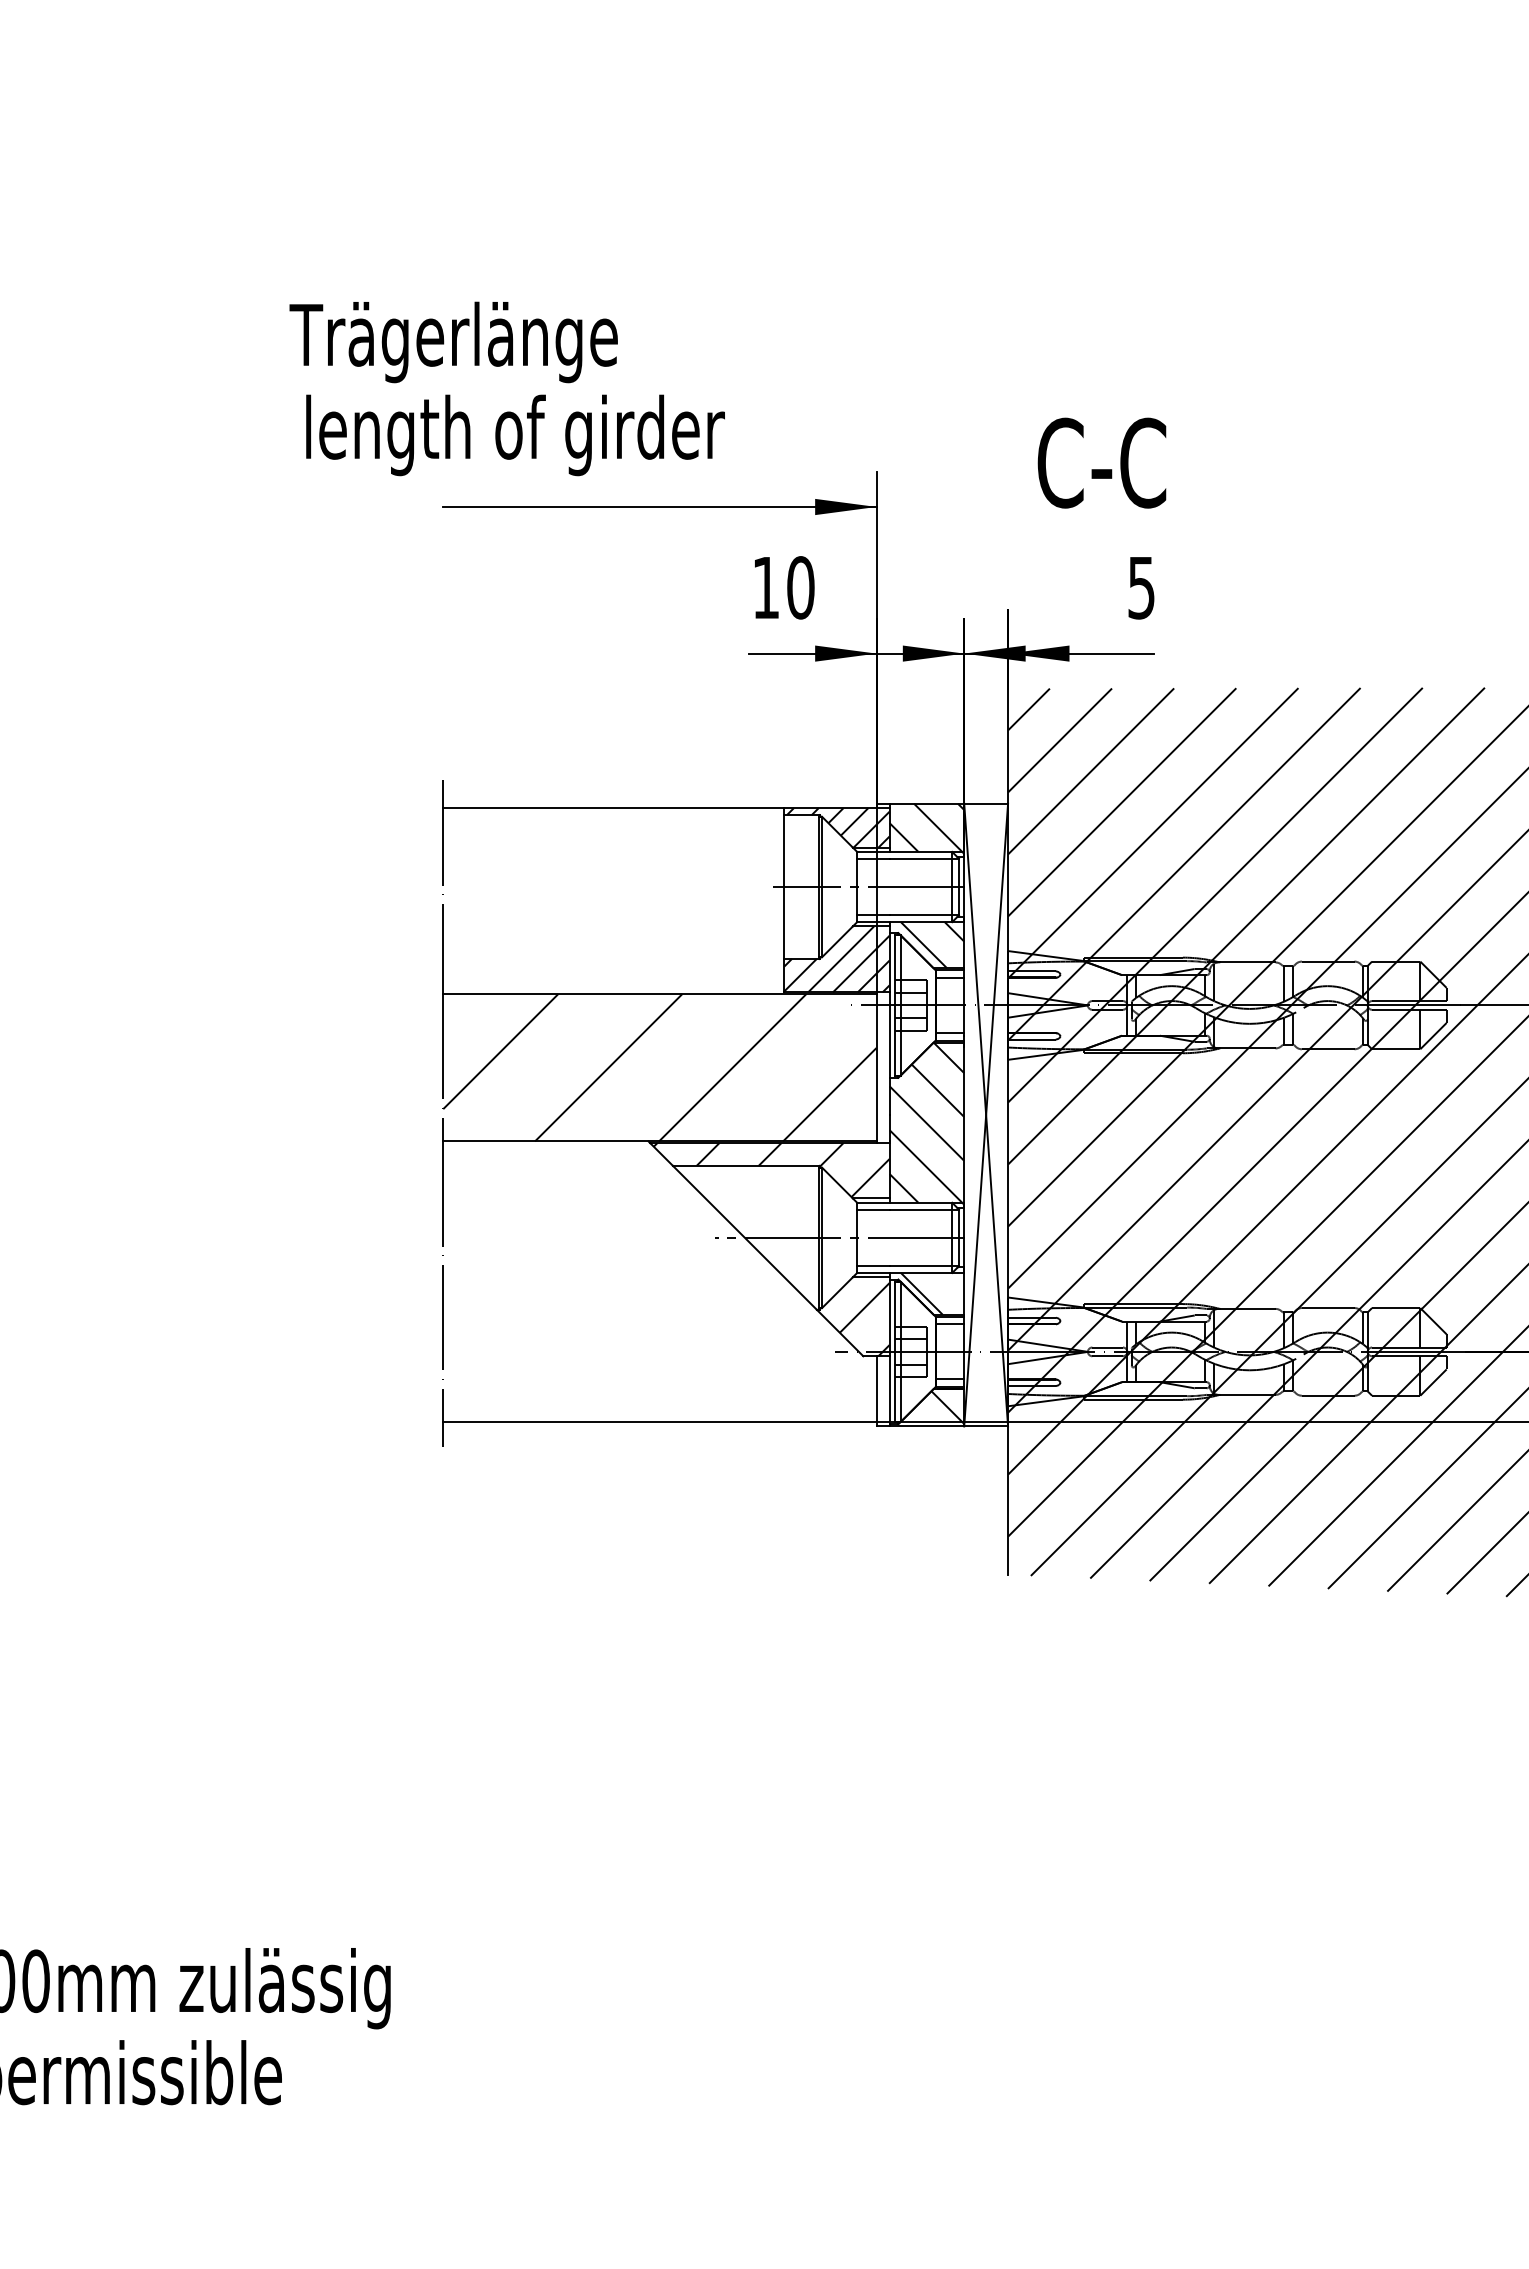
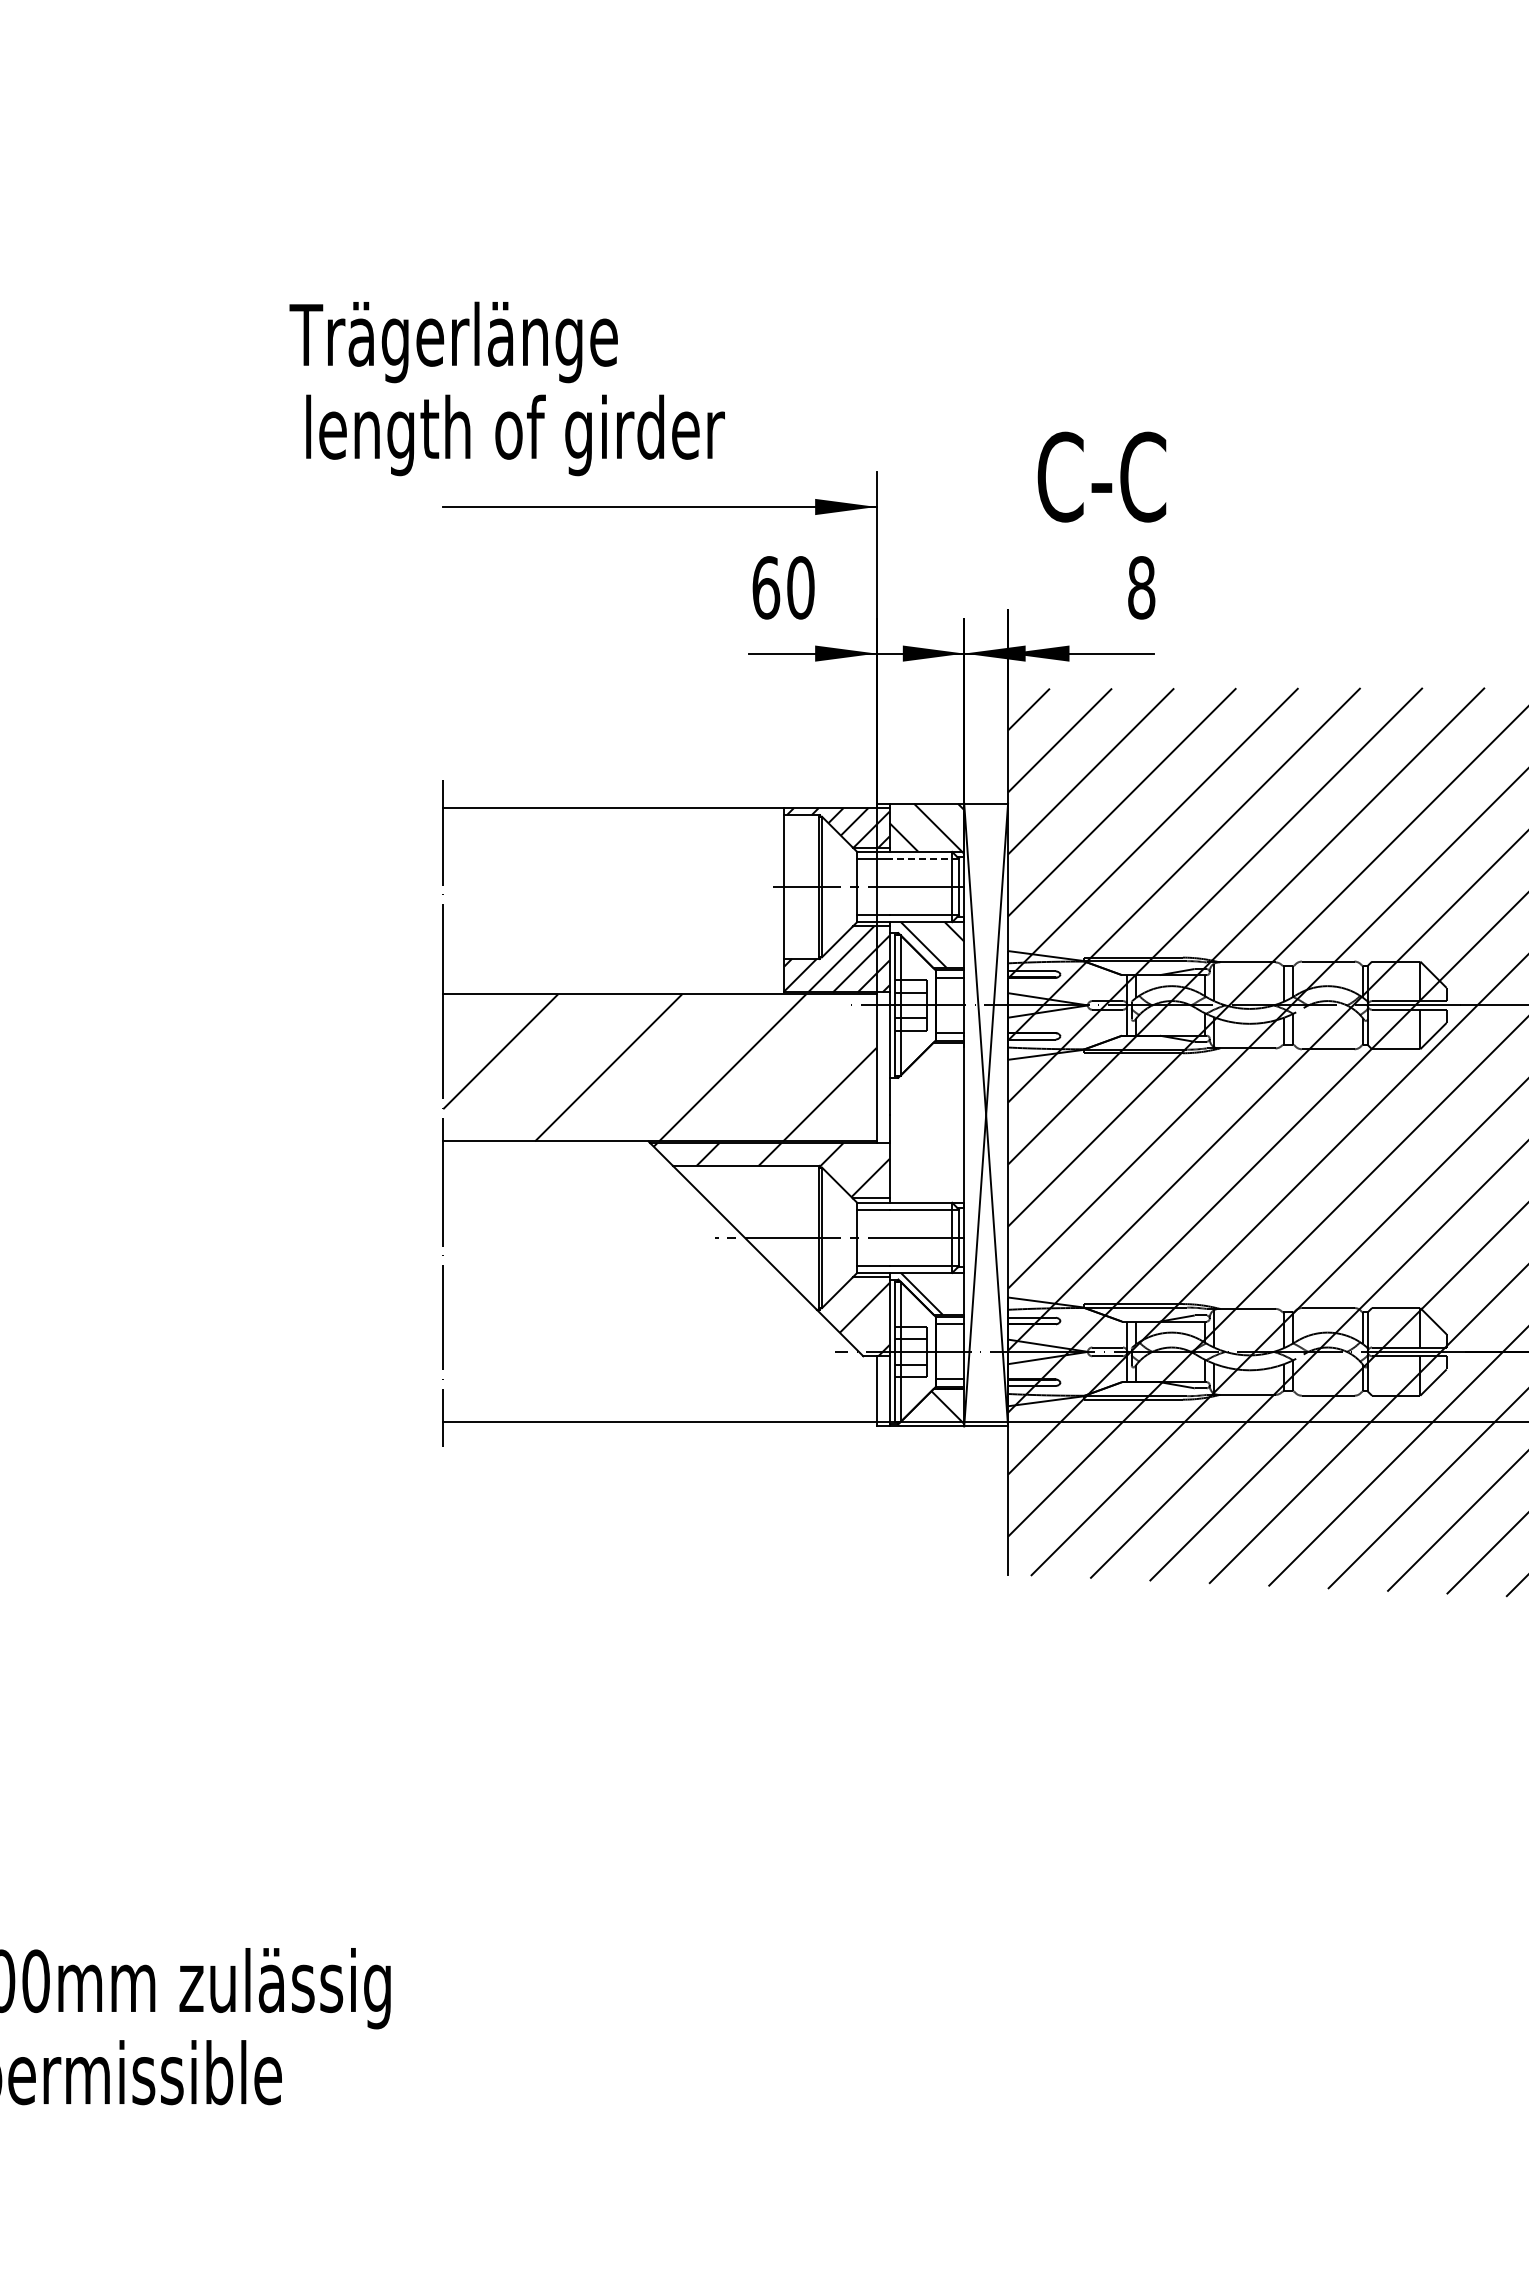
text at (1101, 462) position: (1101, 462) -> (1101, 476)
text at (766, 587): 10 -> 60
text at (1141, 587): 5 -> 8
line at (924, 858): solid -> dashed
hatch at (926, 1123): present -> none
